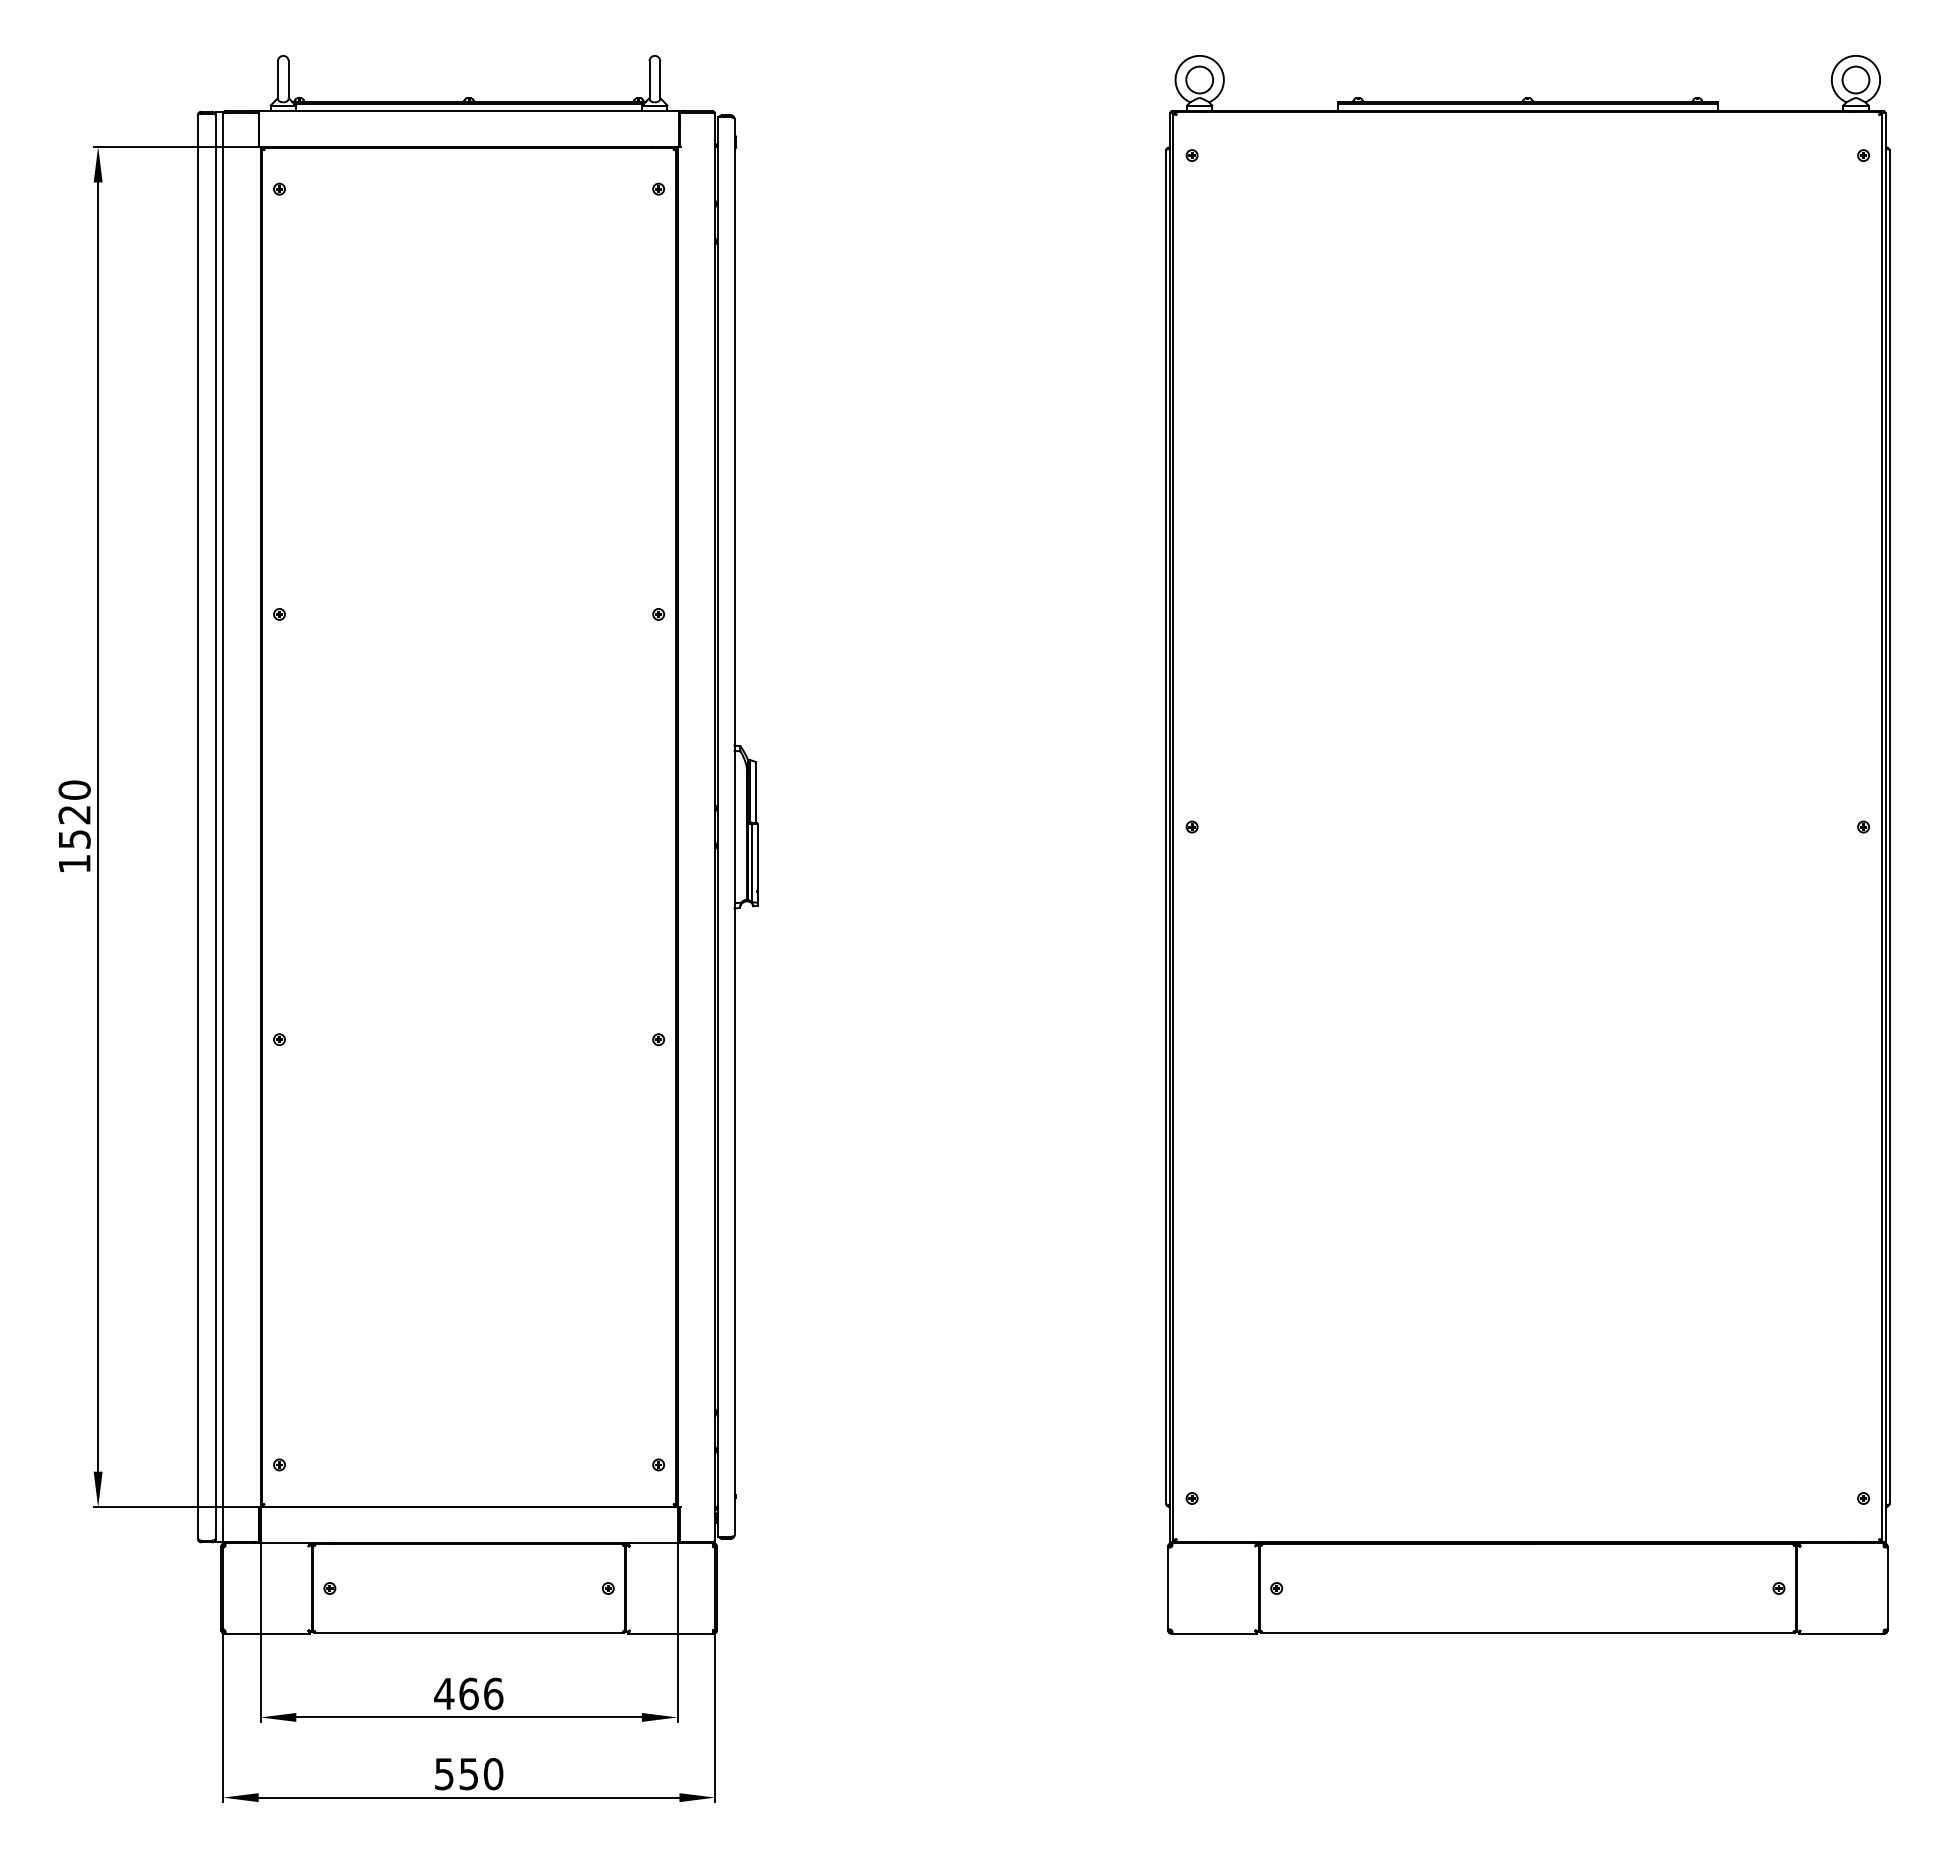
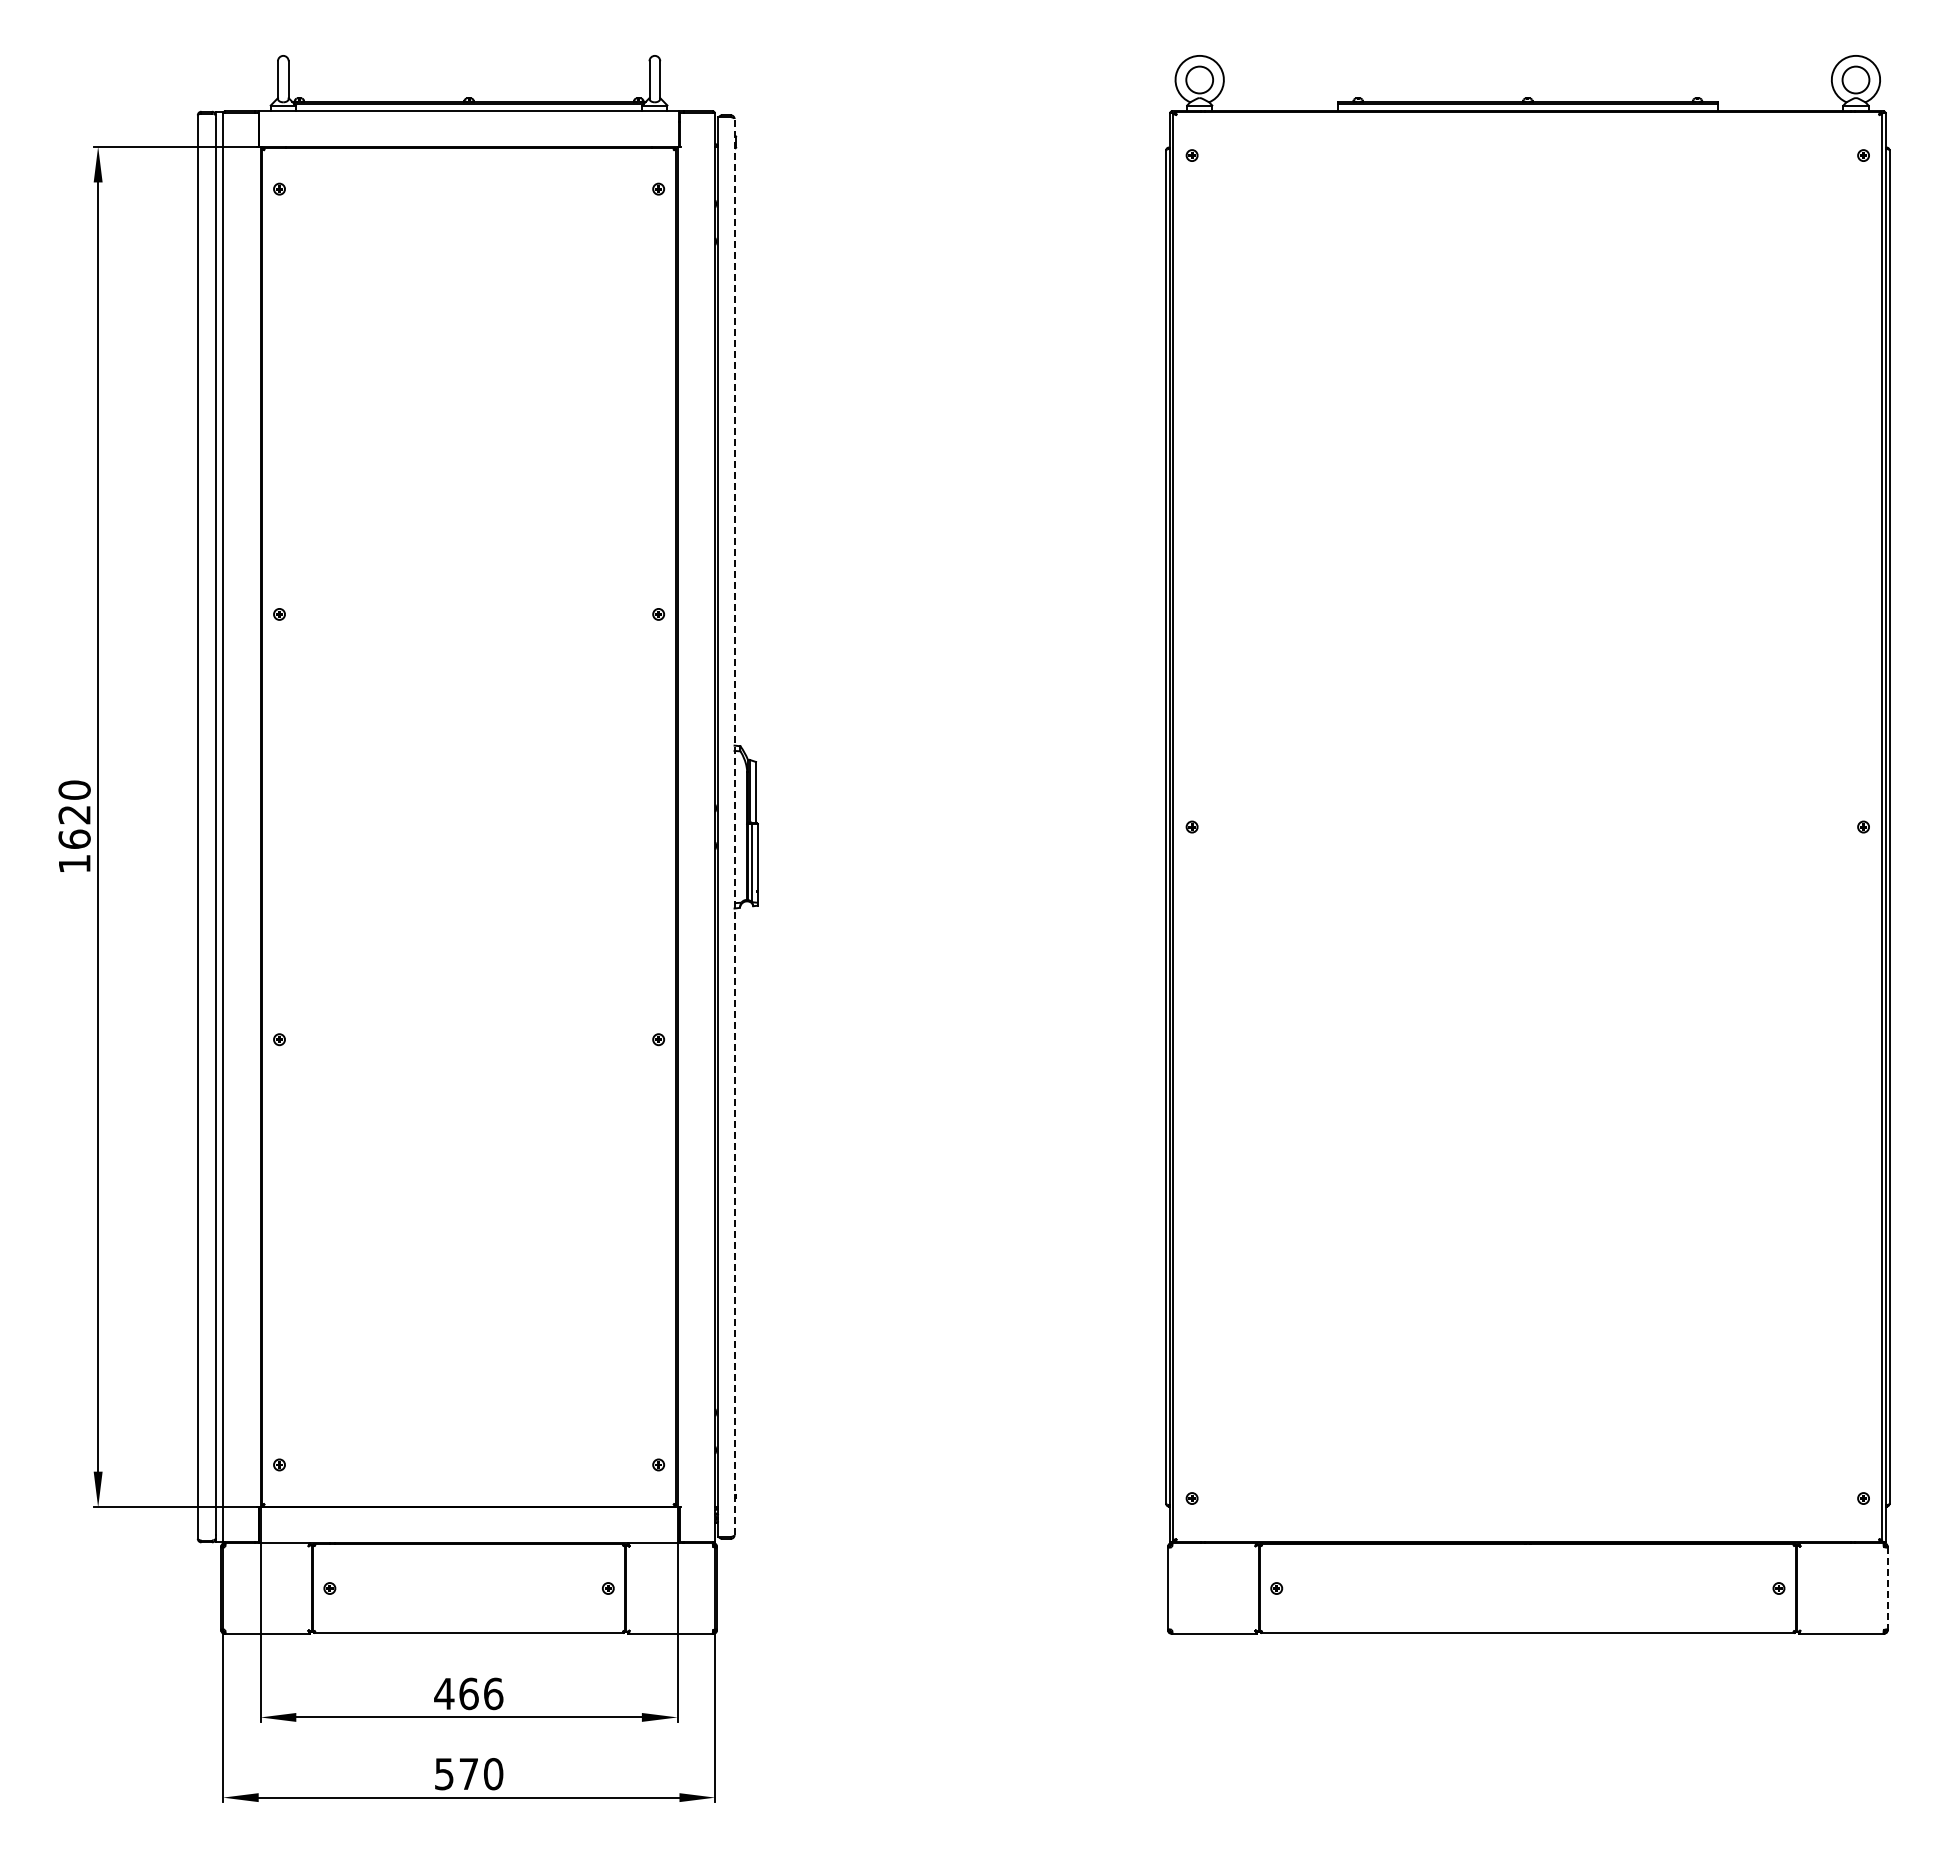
line at (734, 826): solid -> dashed
text at (74, 838): 1520 -> 1620
line at (1887, 1589): solid -> dashed
text at (468, 1774): 550 -> 570
